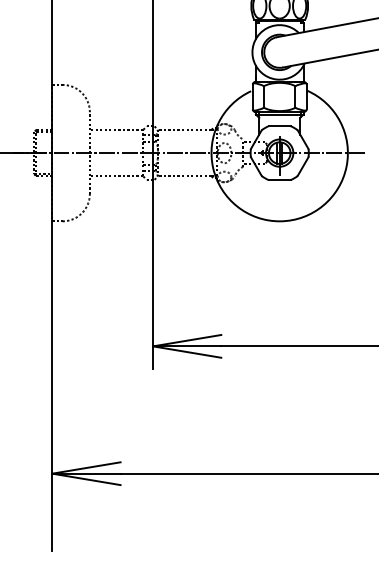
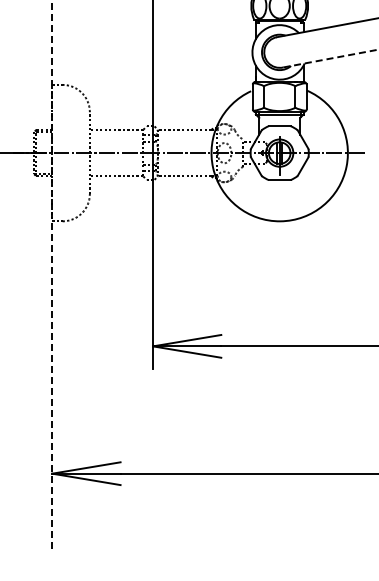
line at (331, 58): solid -> dashed
line at (52, 276): solid -> dashed
